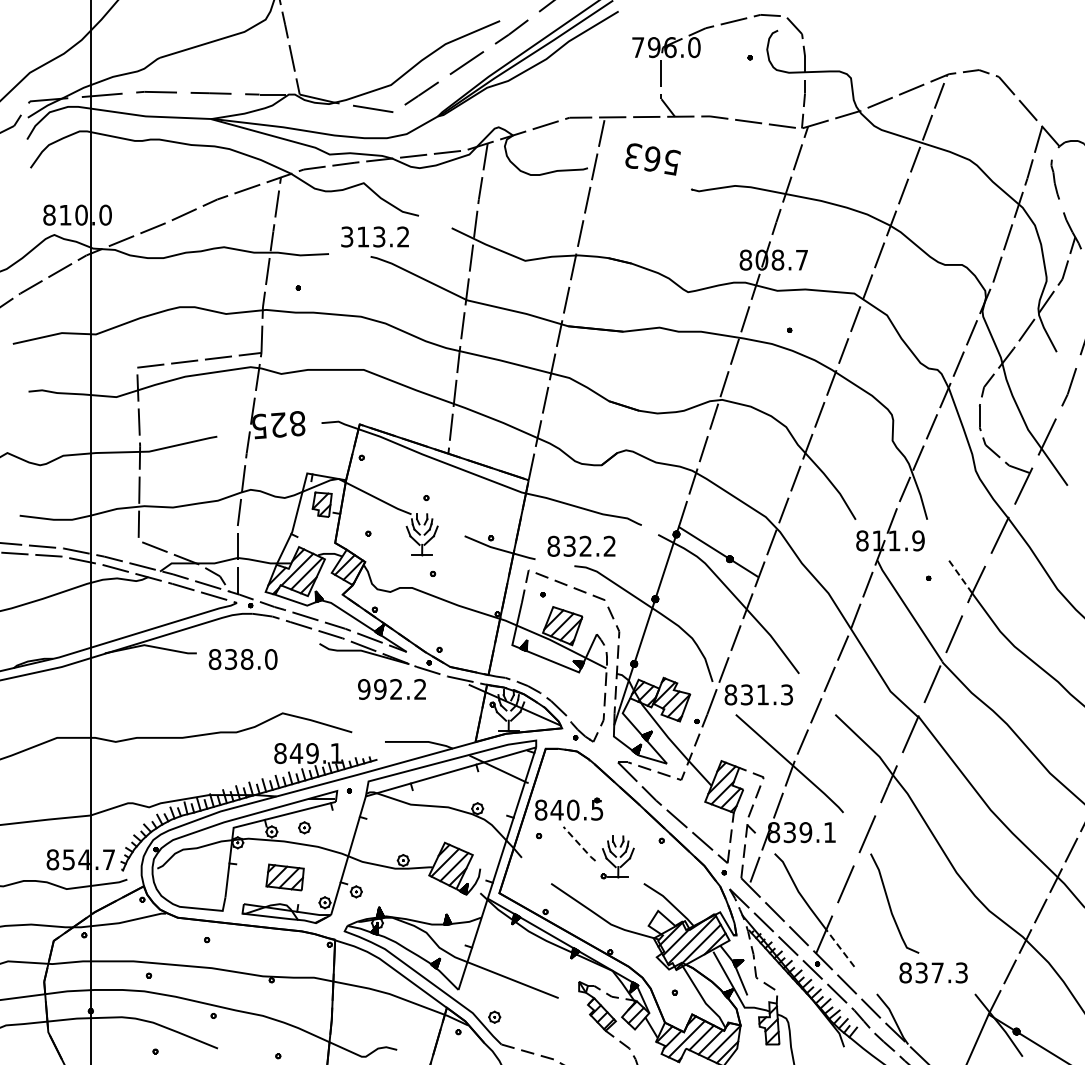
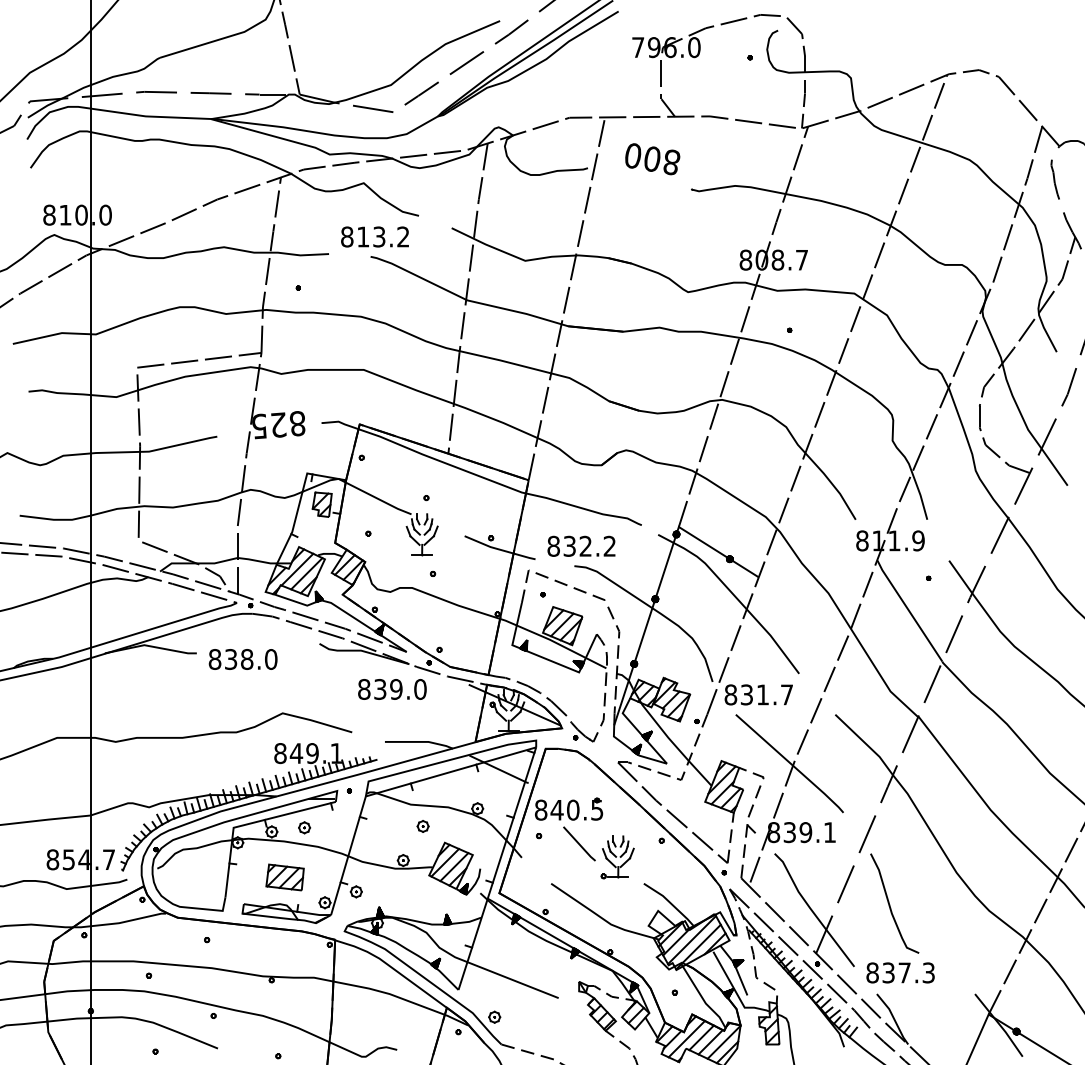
text at (652, 159): 563 -> 800
text at (347, 236): 313.2 -> 813.2
line at (961, 577): dashed -> solid
text at (392, 689): 992.2 -> 839.0
text at (786, 694): 831.3 -> 831.7
part at (422, 826): none -> present
line at (579, 844): dashed -> solid
line at (840, 948): dashed -> solid
text at (933, 972) position: (933, 972) -> (900, 972)
